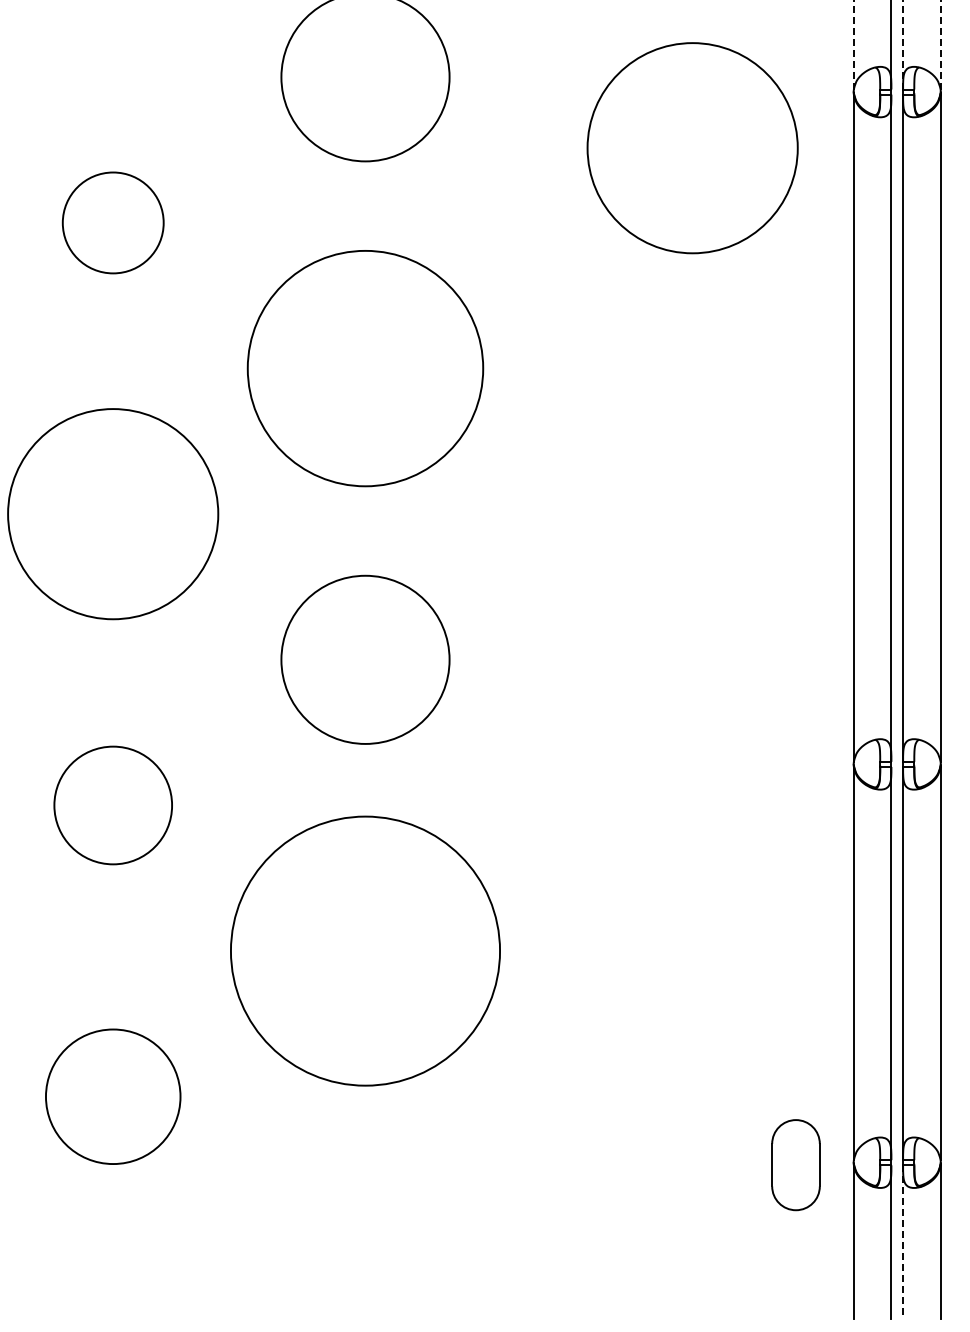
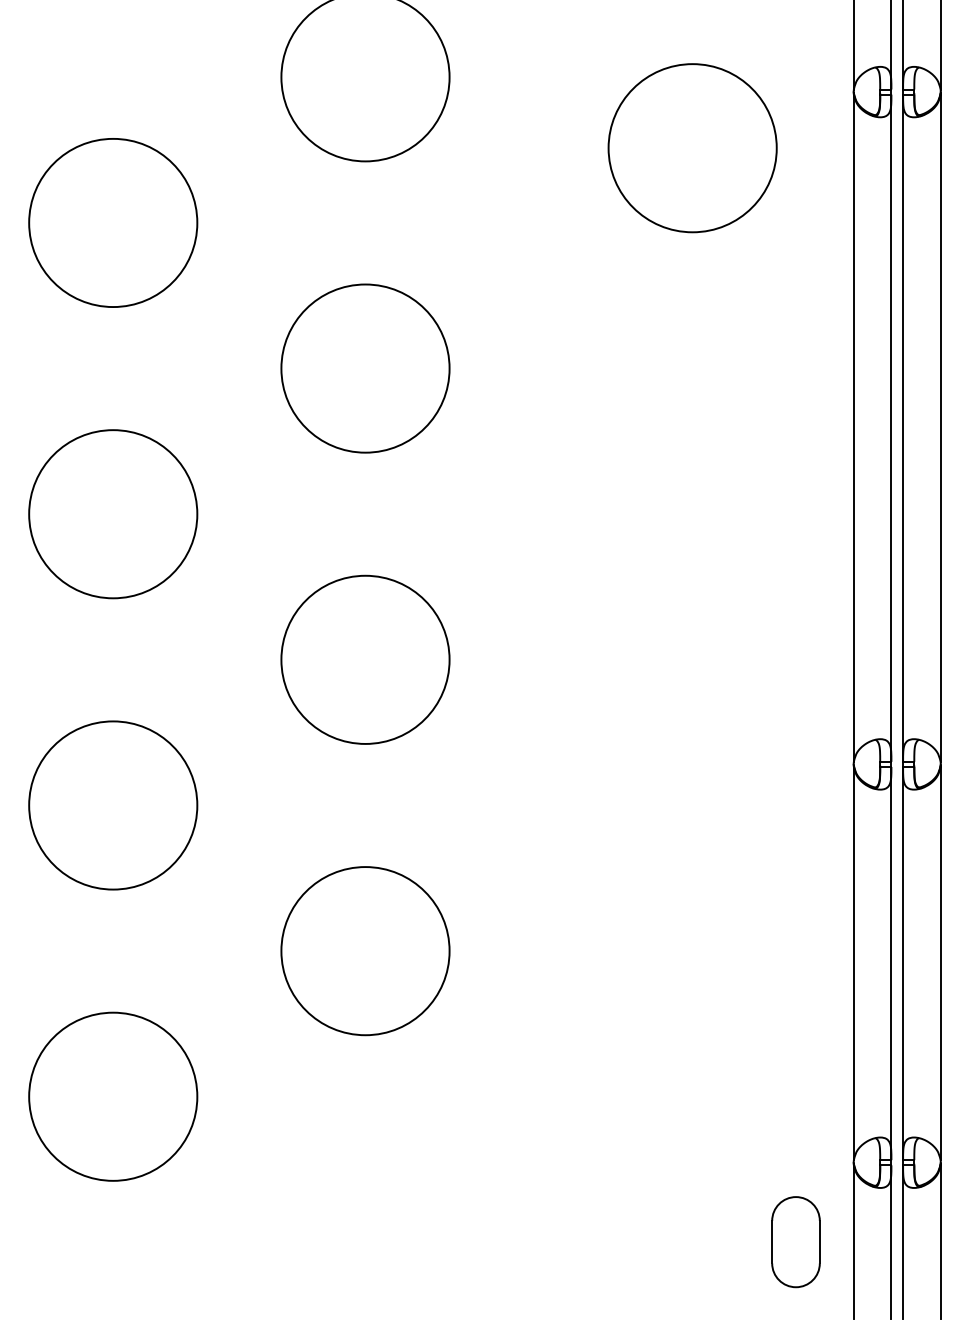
line at (853, 45): dashed -> solid
line at (903, 45): dashed -> solid
line at (940, 45): dashed -> solid
circle at (692, 148) diameter: 210 px -> 168 px
circle at (112, 222) diameter: 101 px -> 168 px
circle at (365, 368) diameter: 235 px -> 168 px
circle at (113, 514) size: 213x213 px -> 171x171 px
circle at (113, 805) diameter: 118 px -> 168 px
circle at (365, 950) diameter: 269 px -> 168 px
circle at (112, 1096) diameter: 135 px -> 168 px
part at (795, 1165) position: (795, 1165) -> (795, 1242)
line at (903, 1242): dashed -> solid
